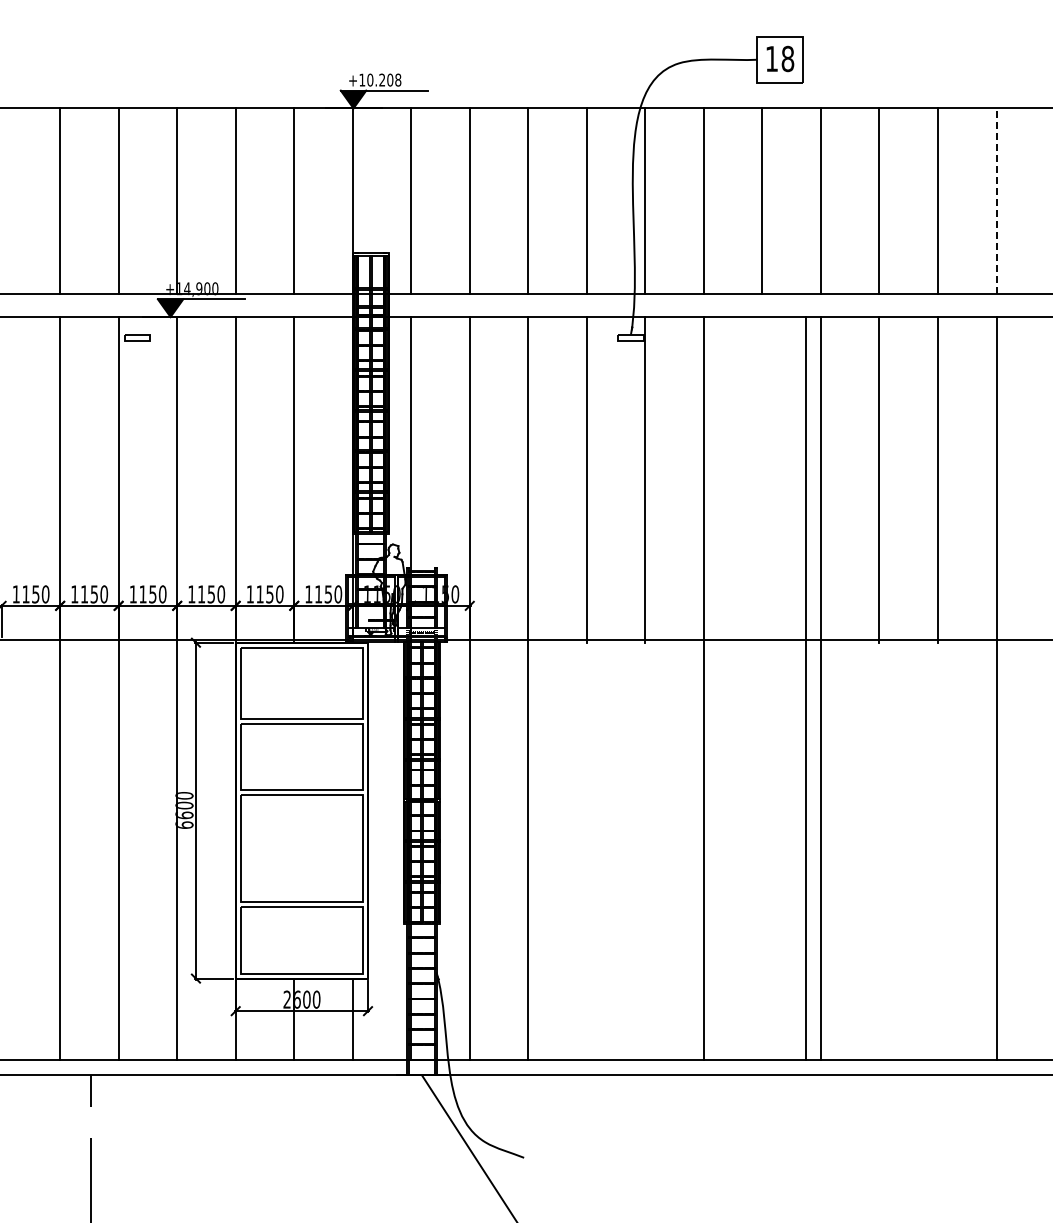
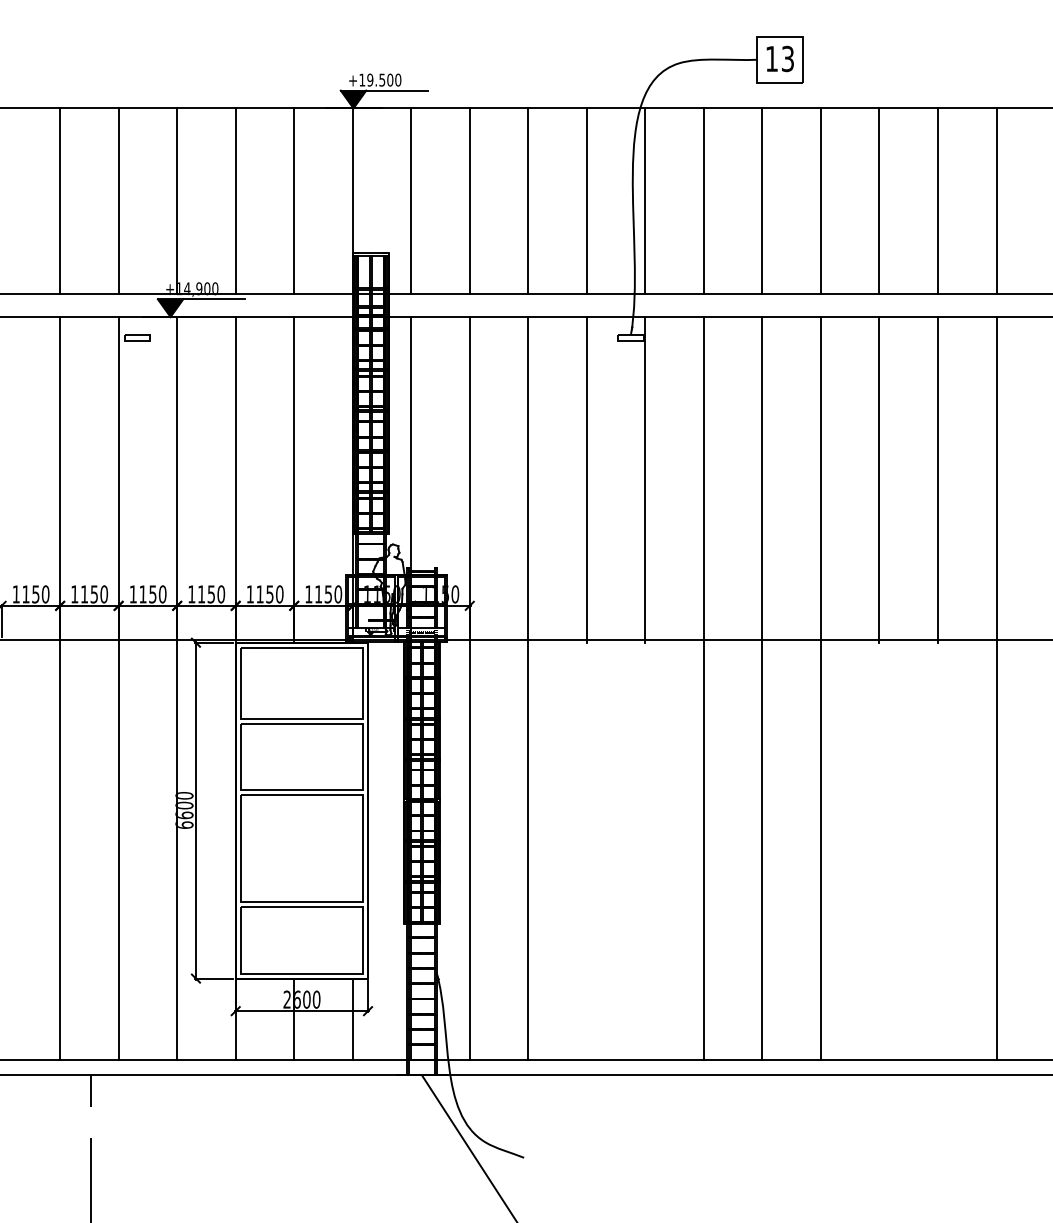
text at (787, 59): 18 -> 13
text at (384, 79): +10.208 -> +19.500
line at (996, 201): dashed -> solid
line at (806, 688) position: (806, 688) -> (762, 688)
